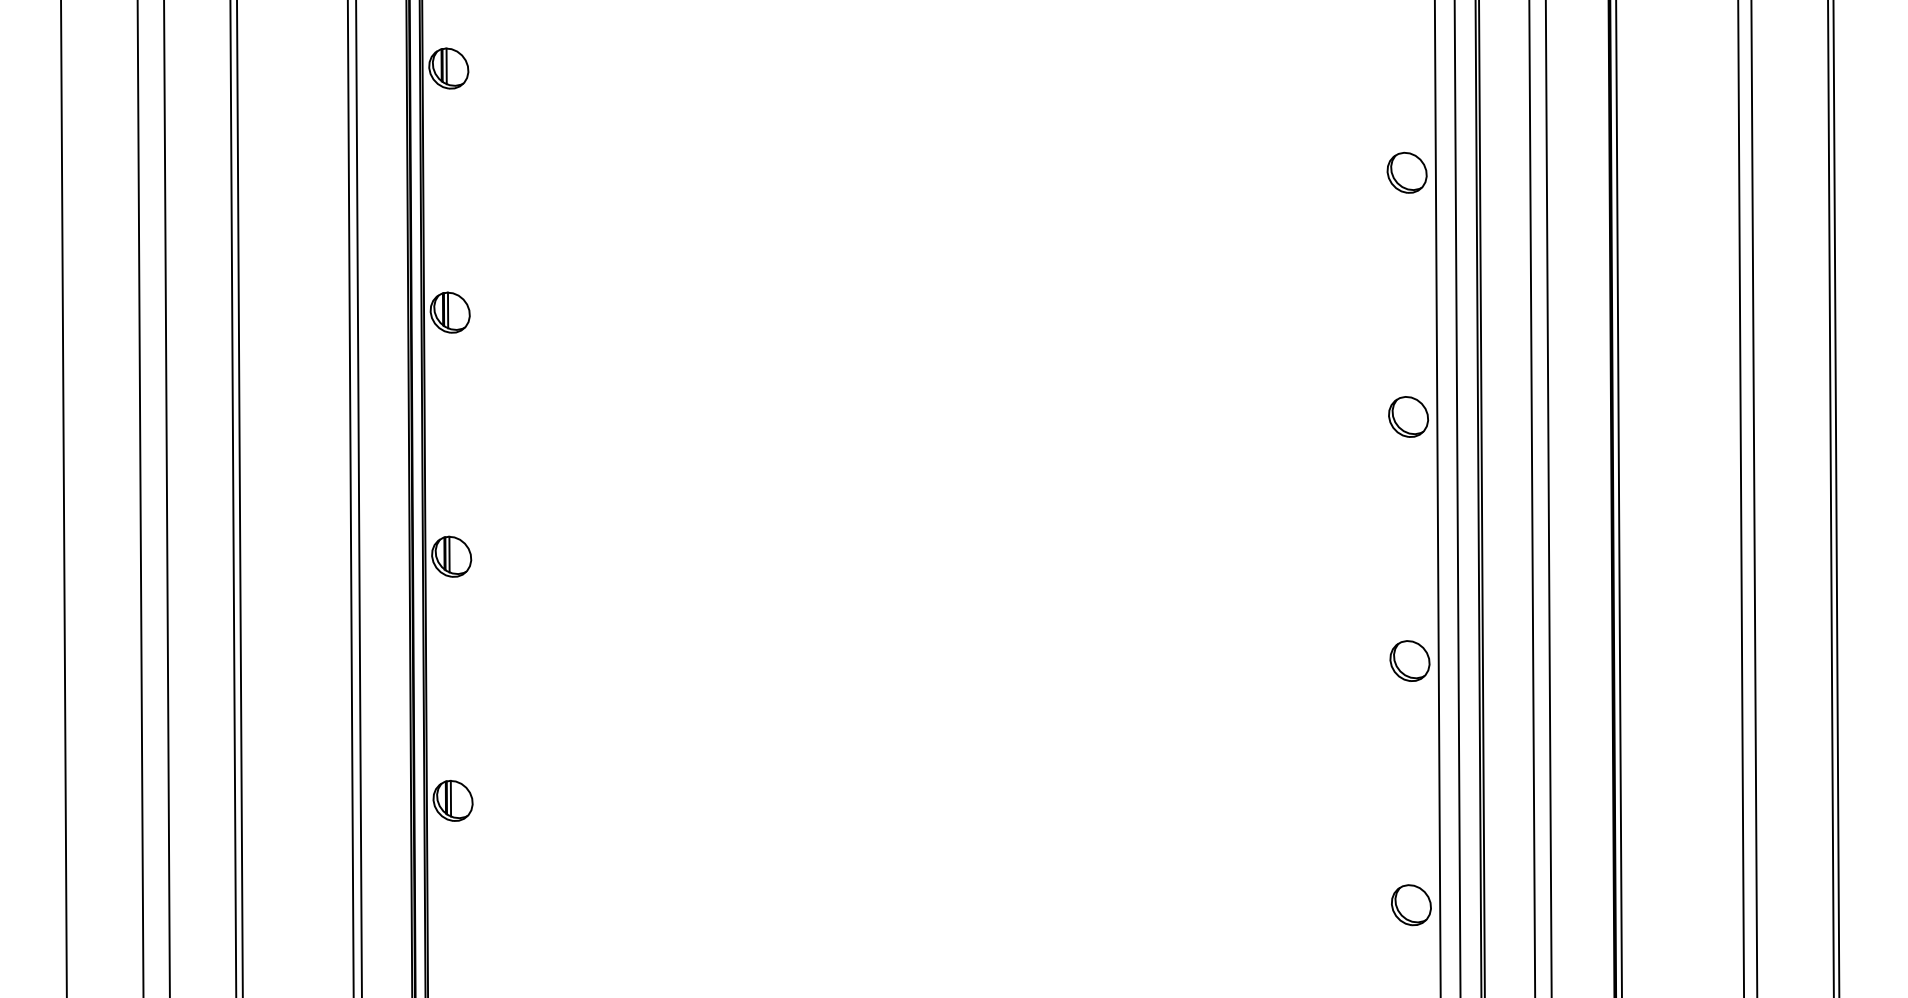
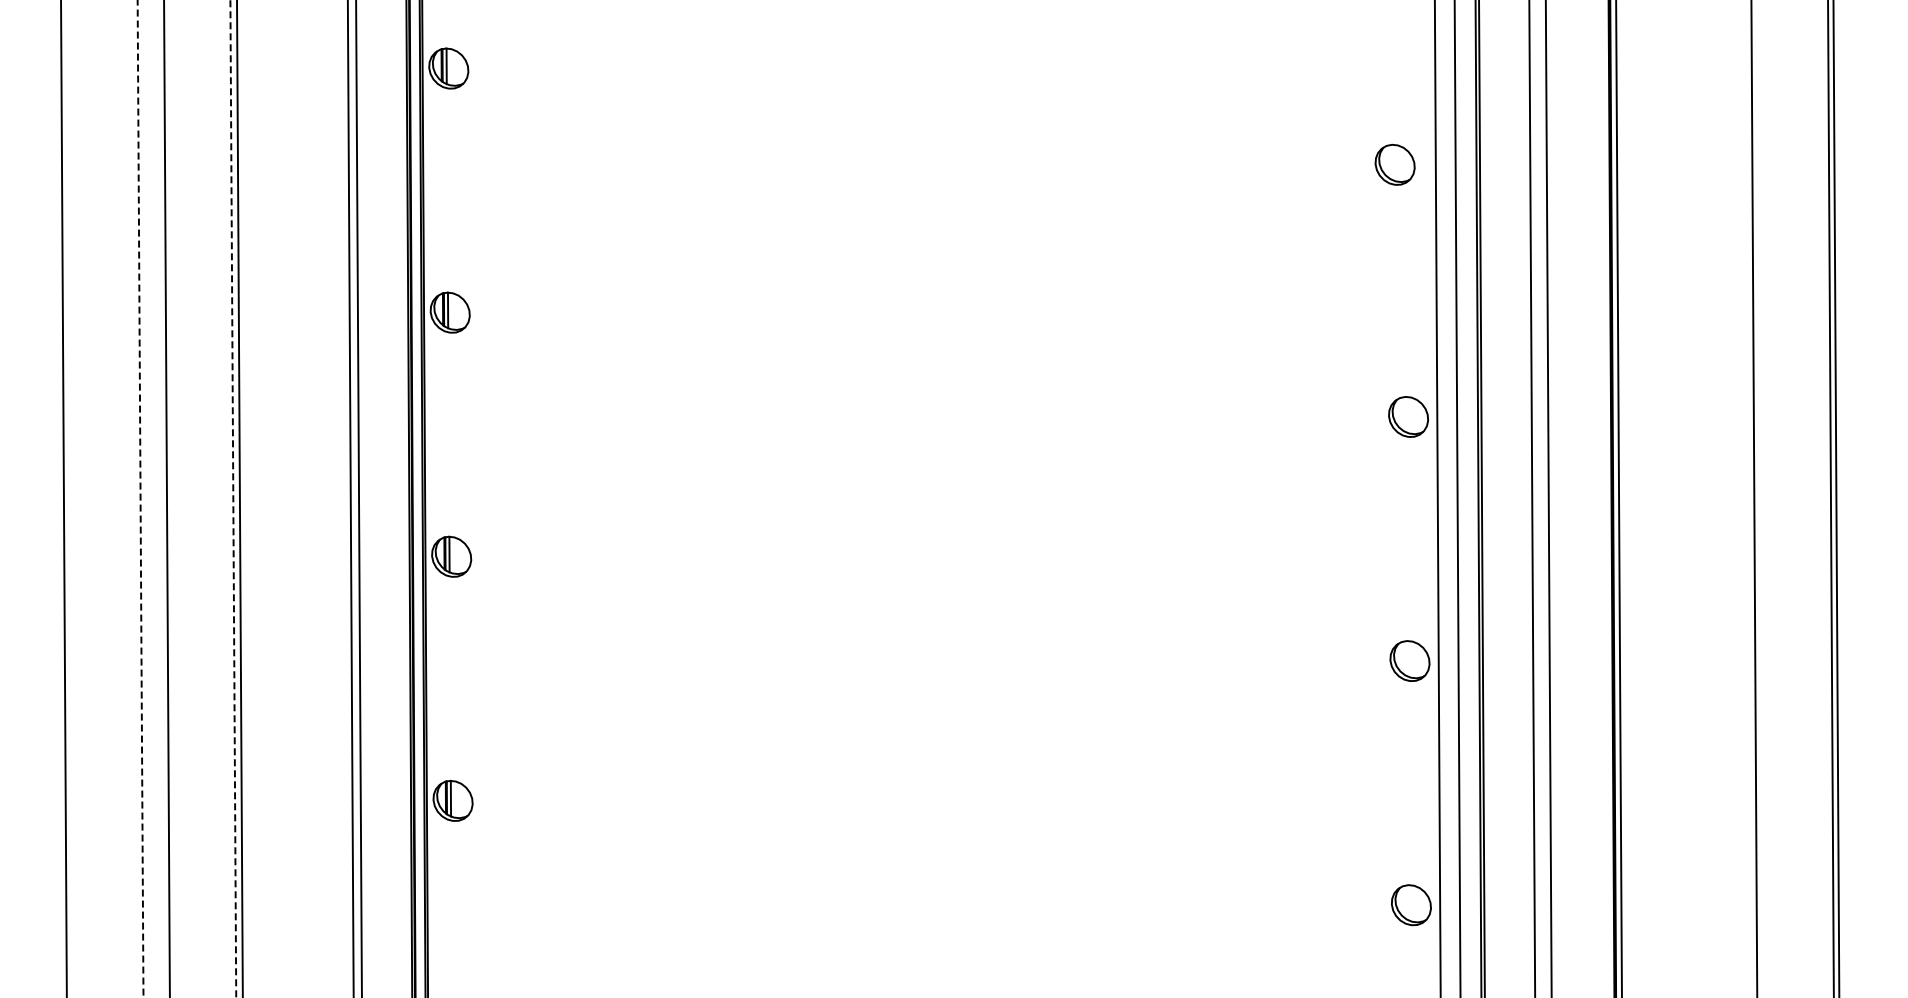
part at (1406, 172) position: (1406, 172) -> (1394, 164)
line at (140, 498): solid -> dashed
line at (233, 498): solid -> dashed
line at (1741, 498): present -> none
